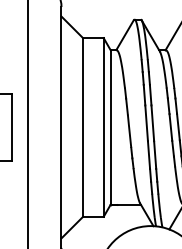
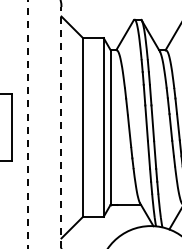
line at (28, 123): solid -> dashed
line at (61, 126): solid -> dashed
